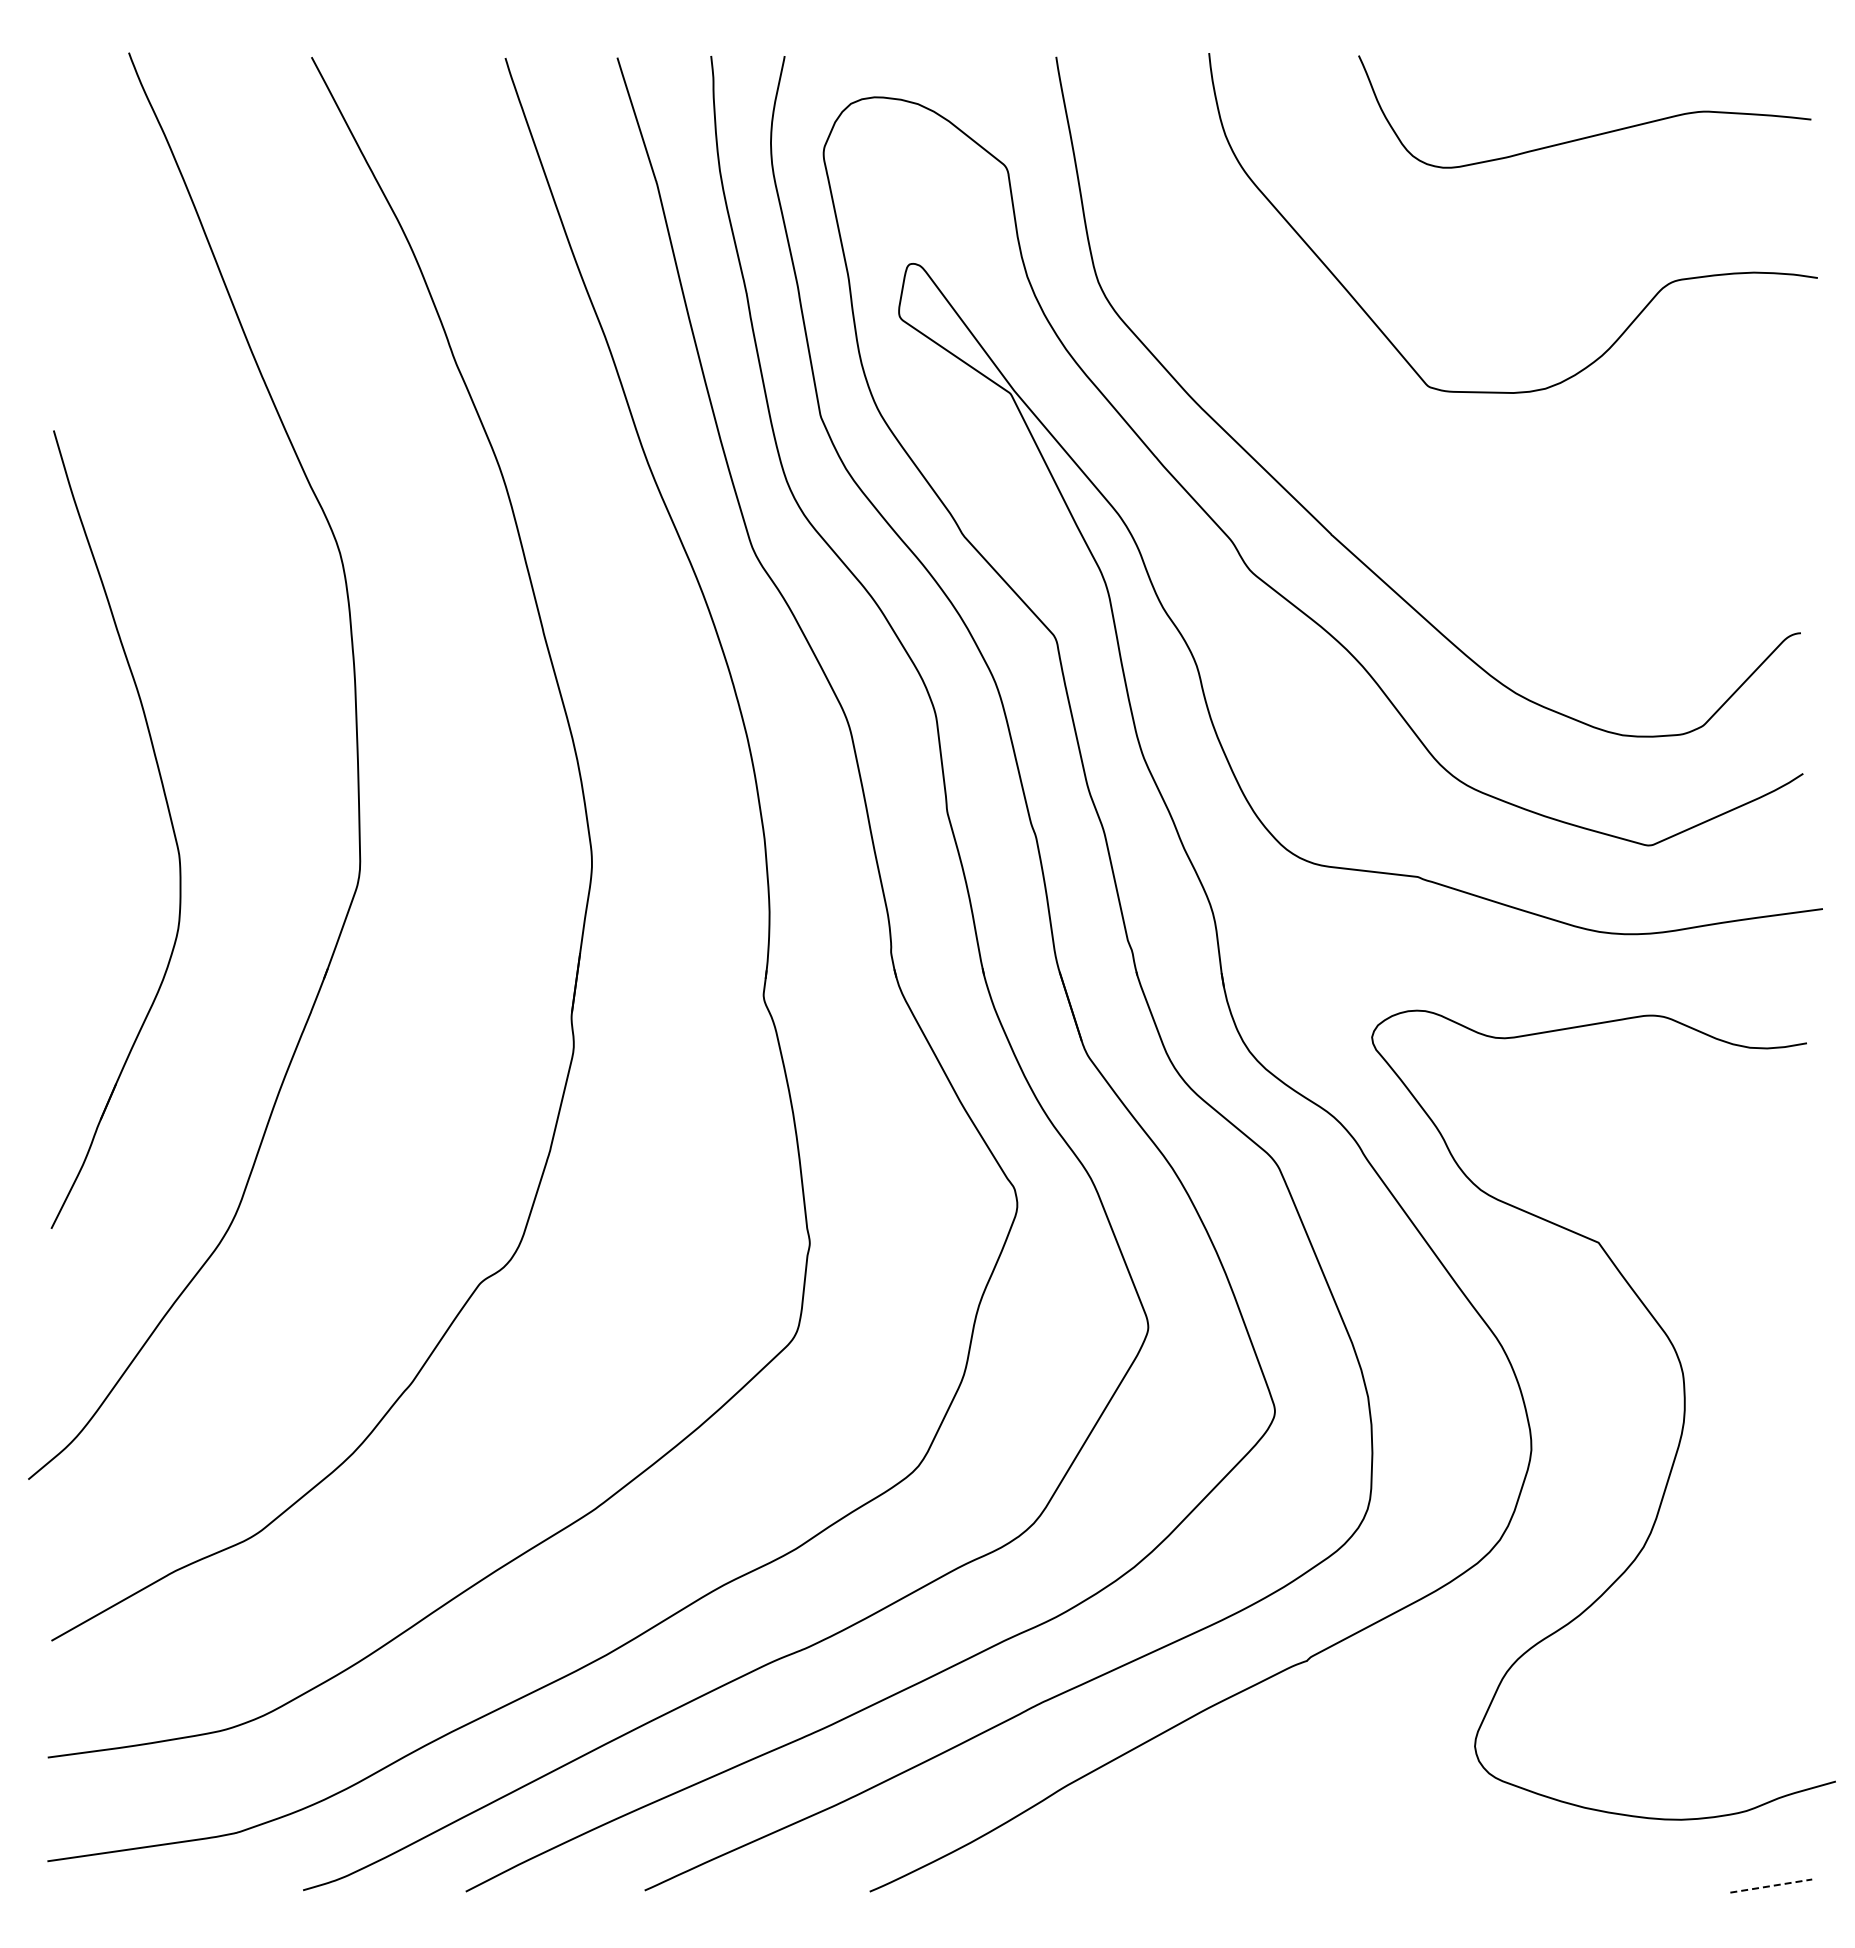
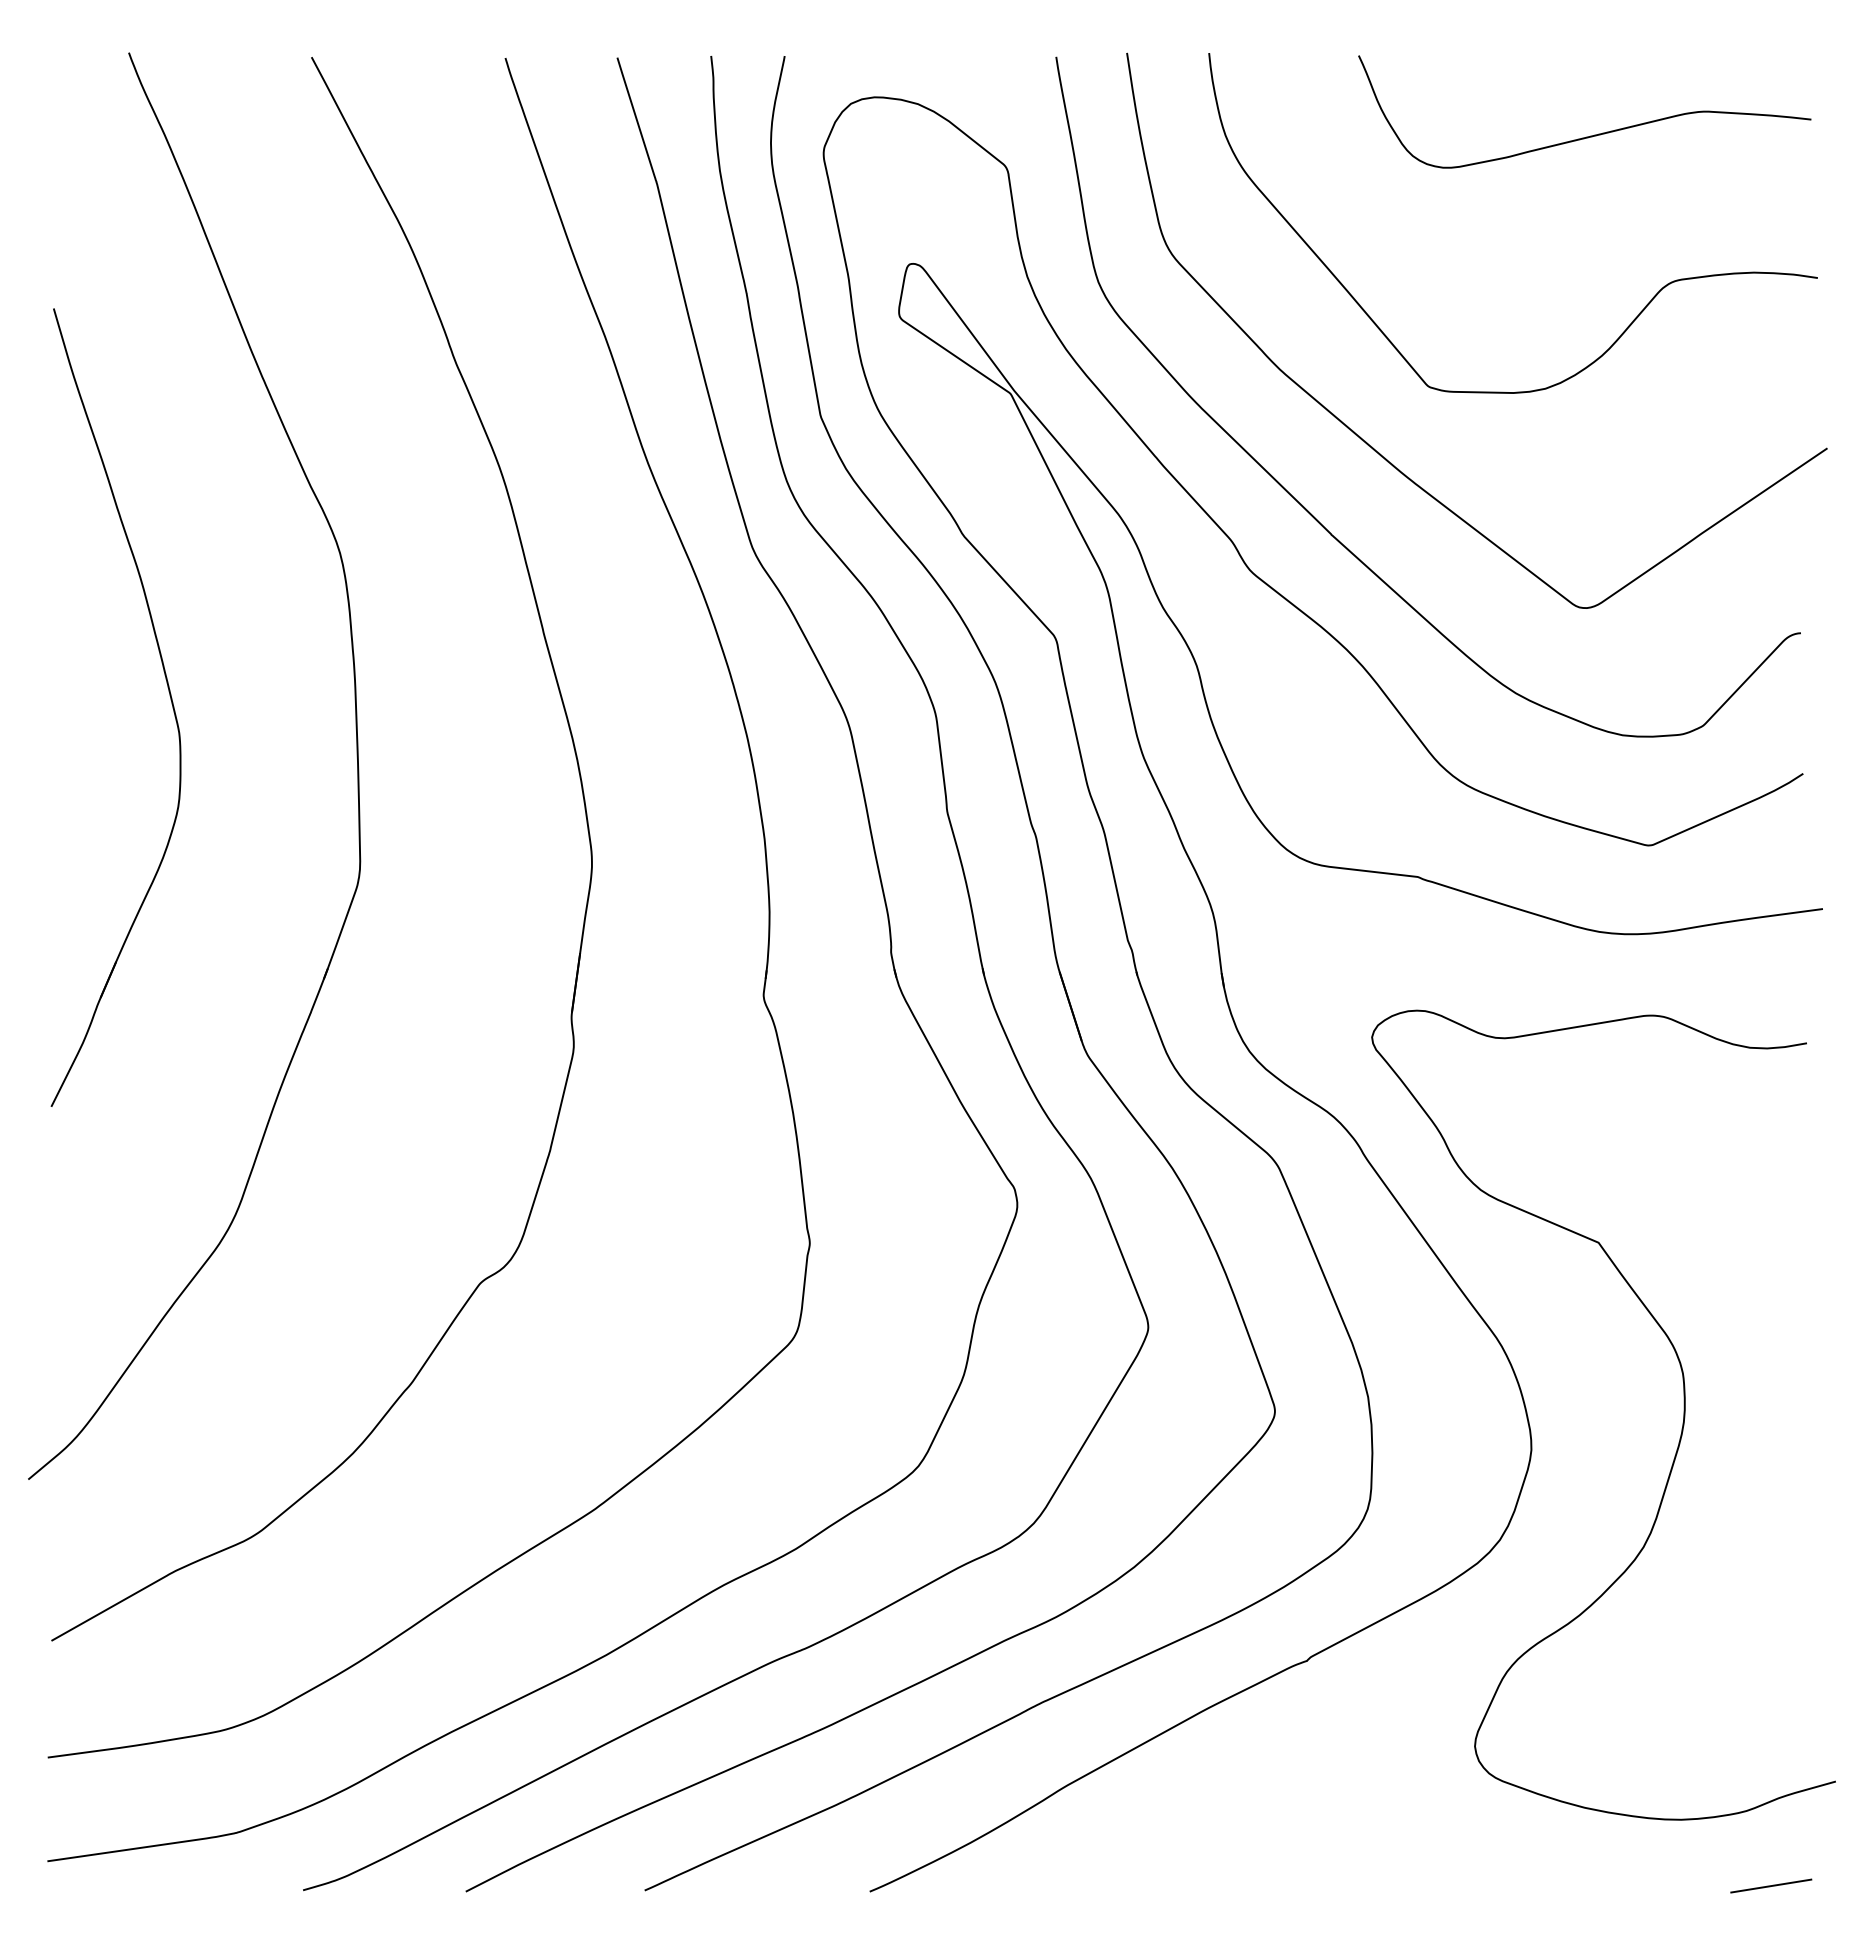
curve at (1372, 446): none -> present
part at (169, 817) position: (169, 817) -> (169, 695)
line at (1771, 1885): dashed -> solid
